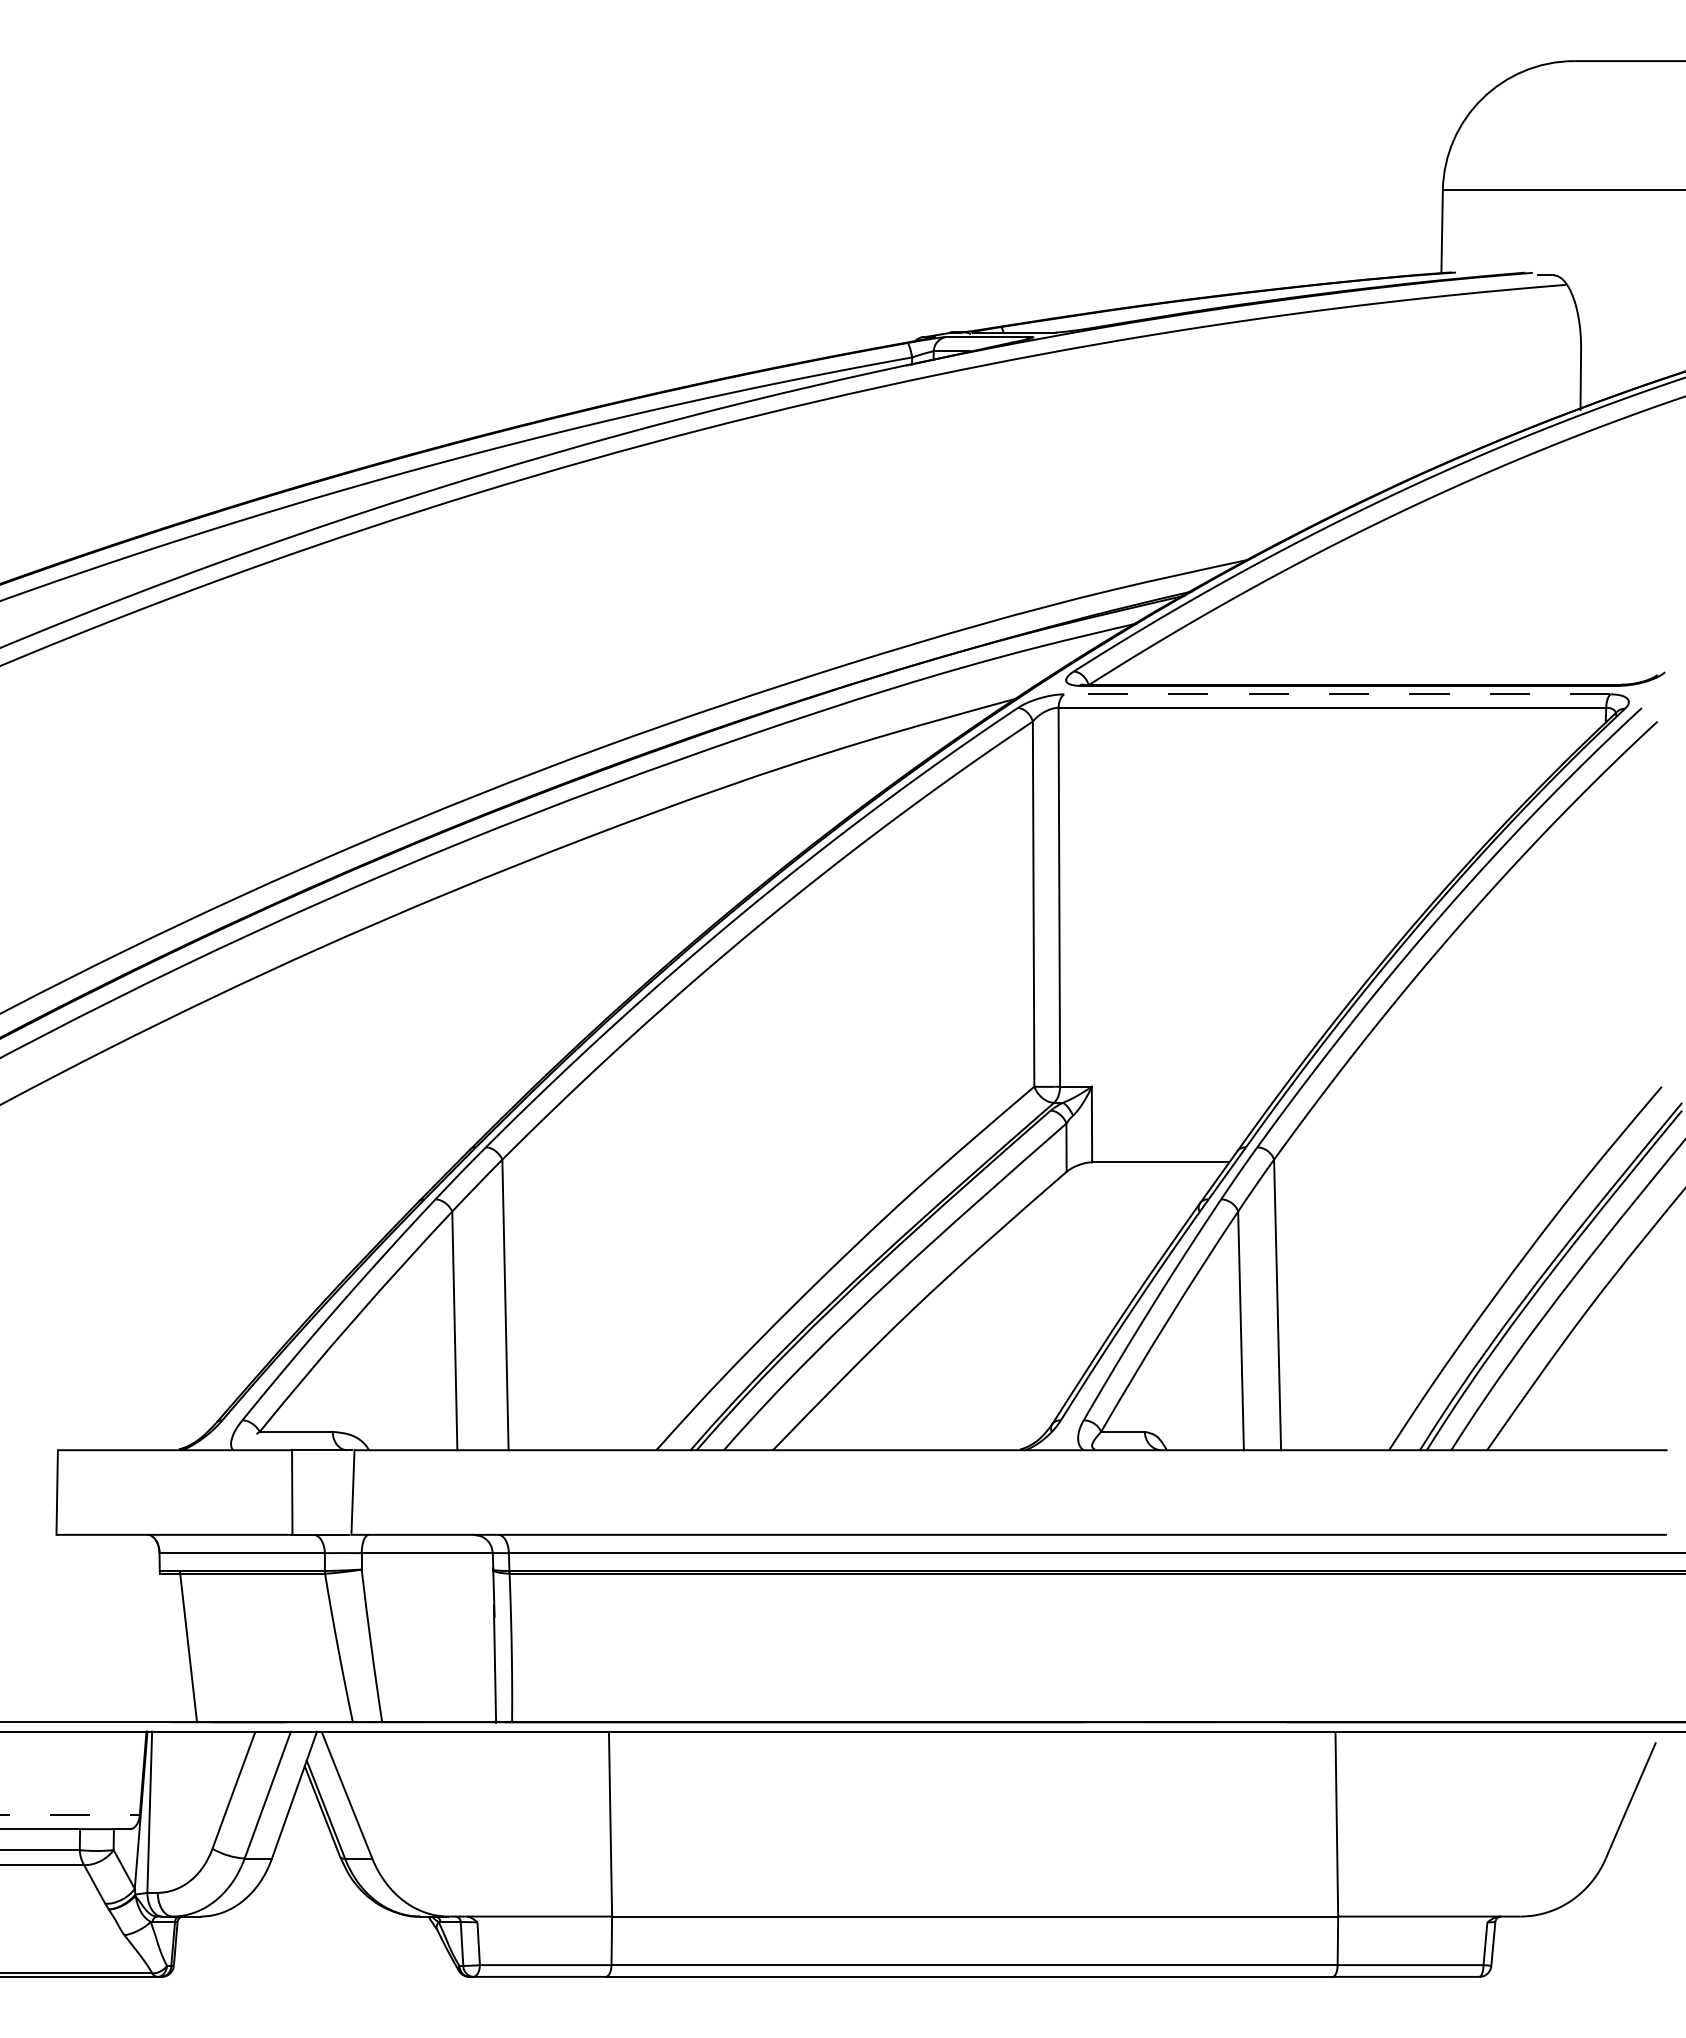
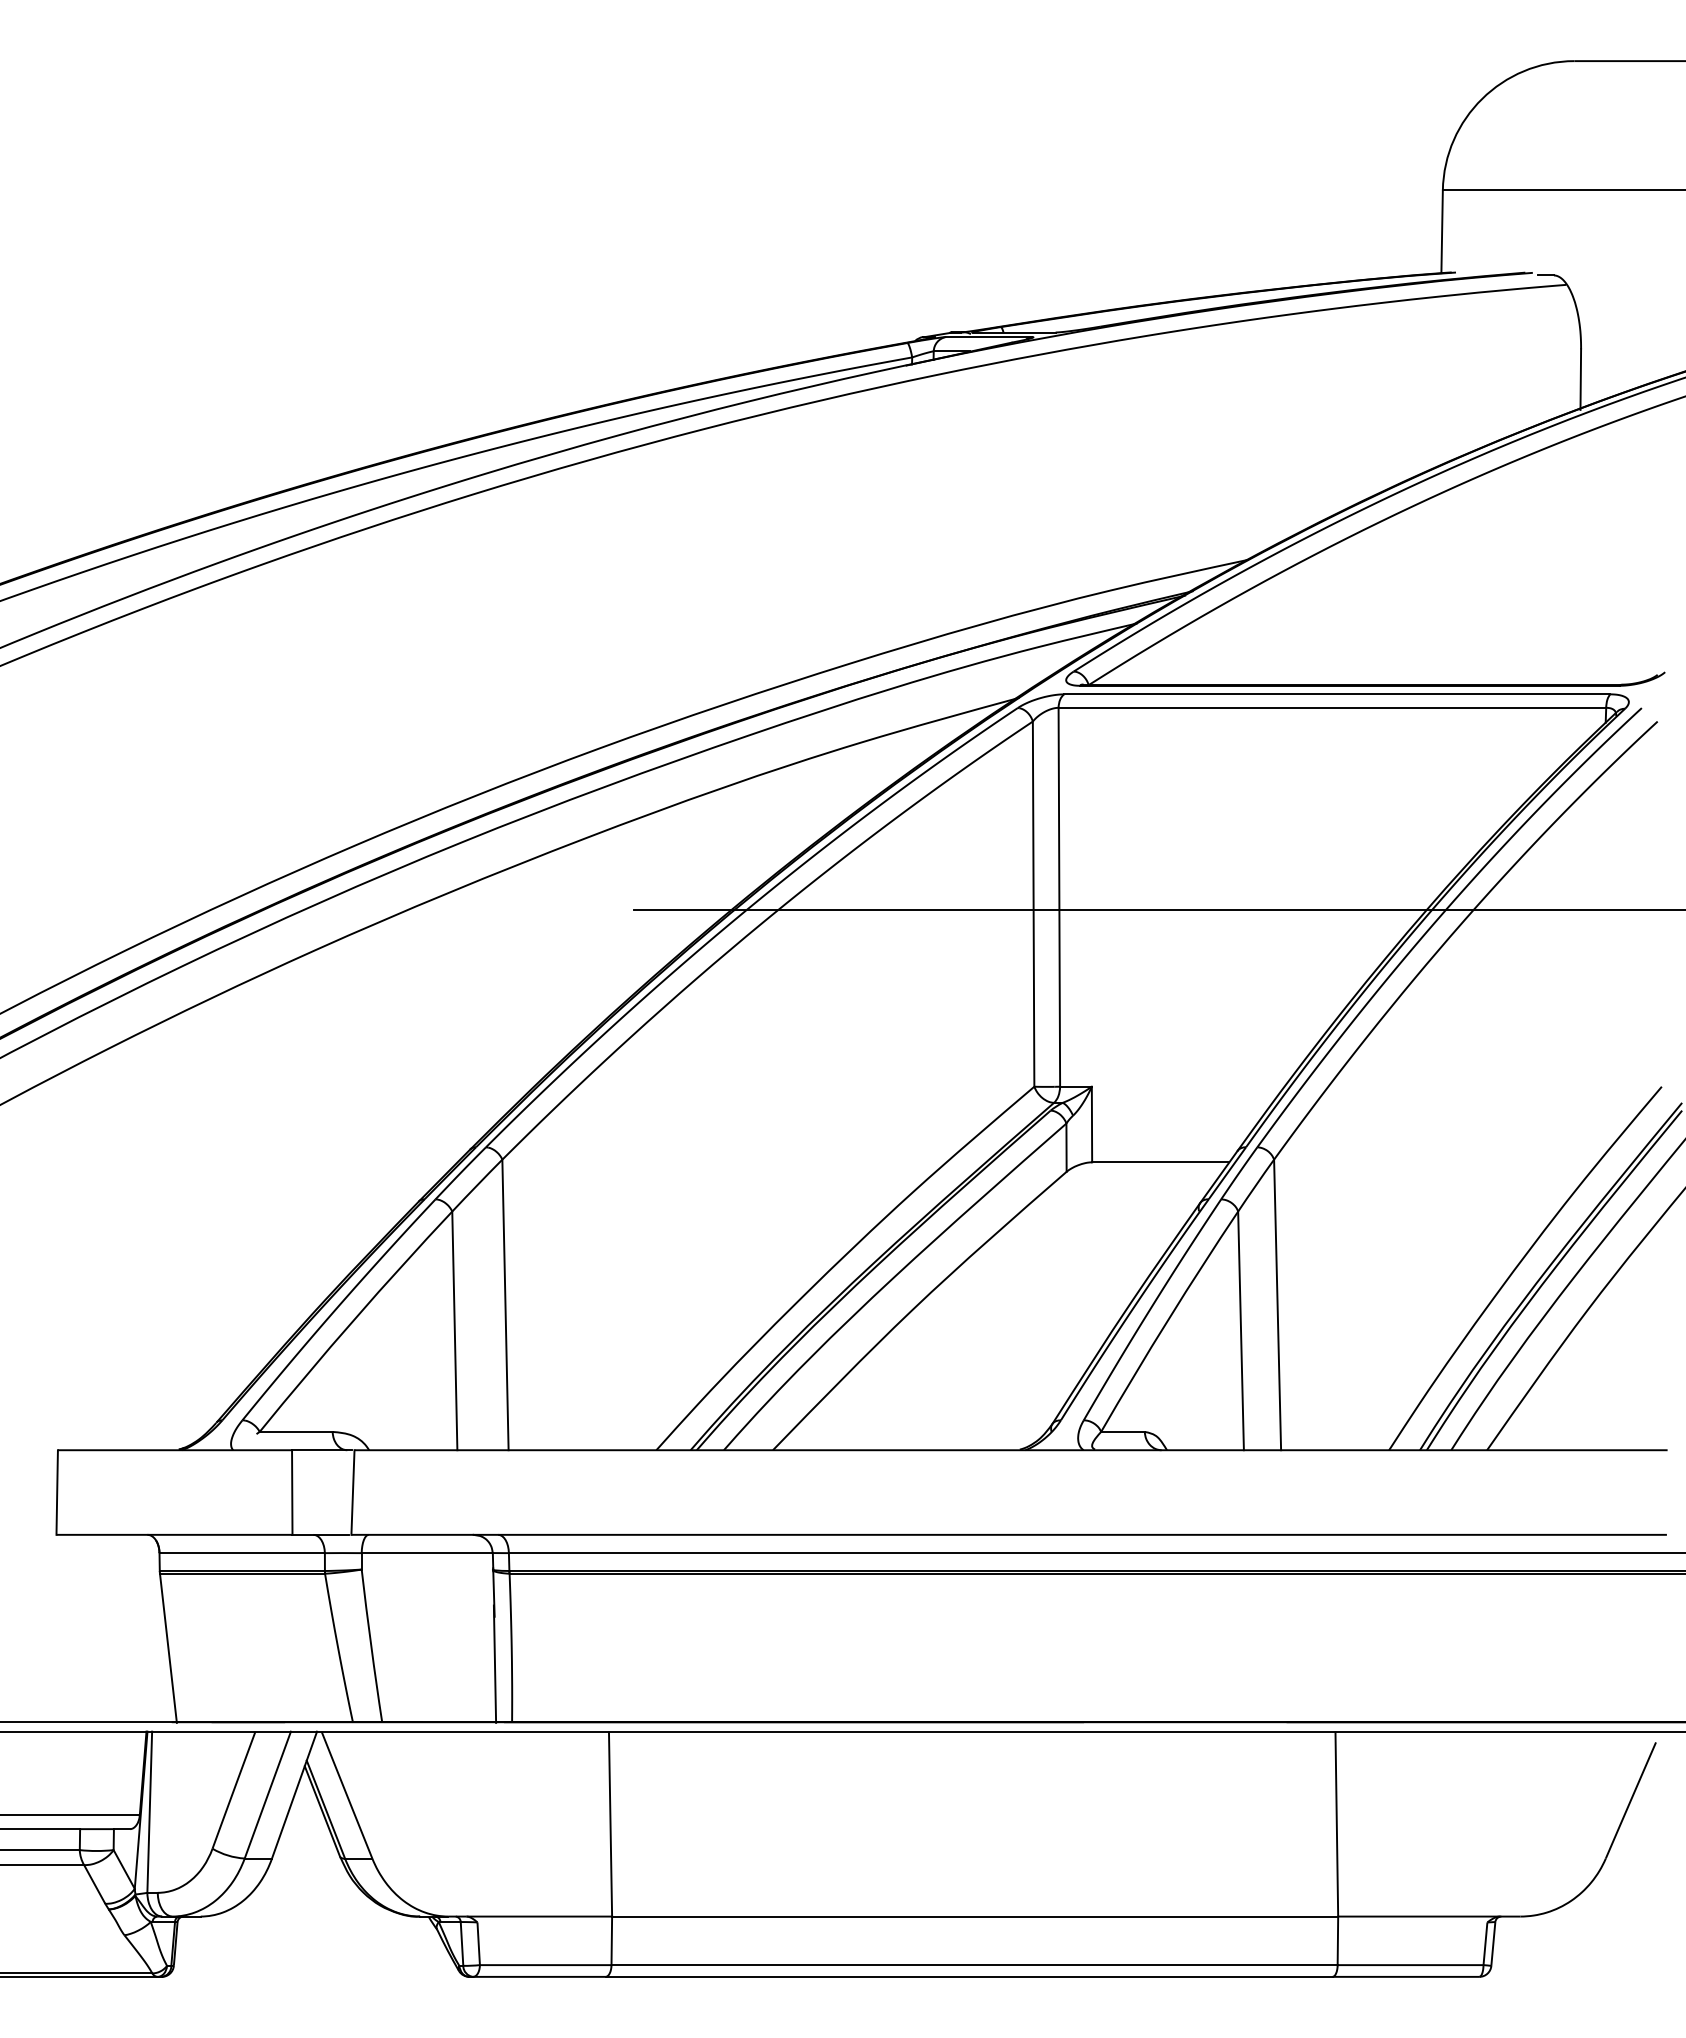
line at (1336, 694): dashed -> solid
line at (1157, 909): none -> present
line at (188, 1645) position: (188, 1645) -> (168, 1647)
line at (69, 1815): dashed -> solid
